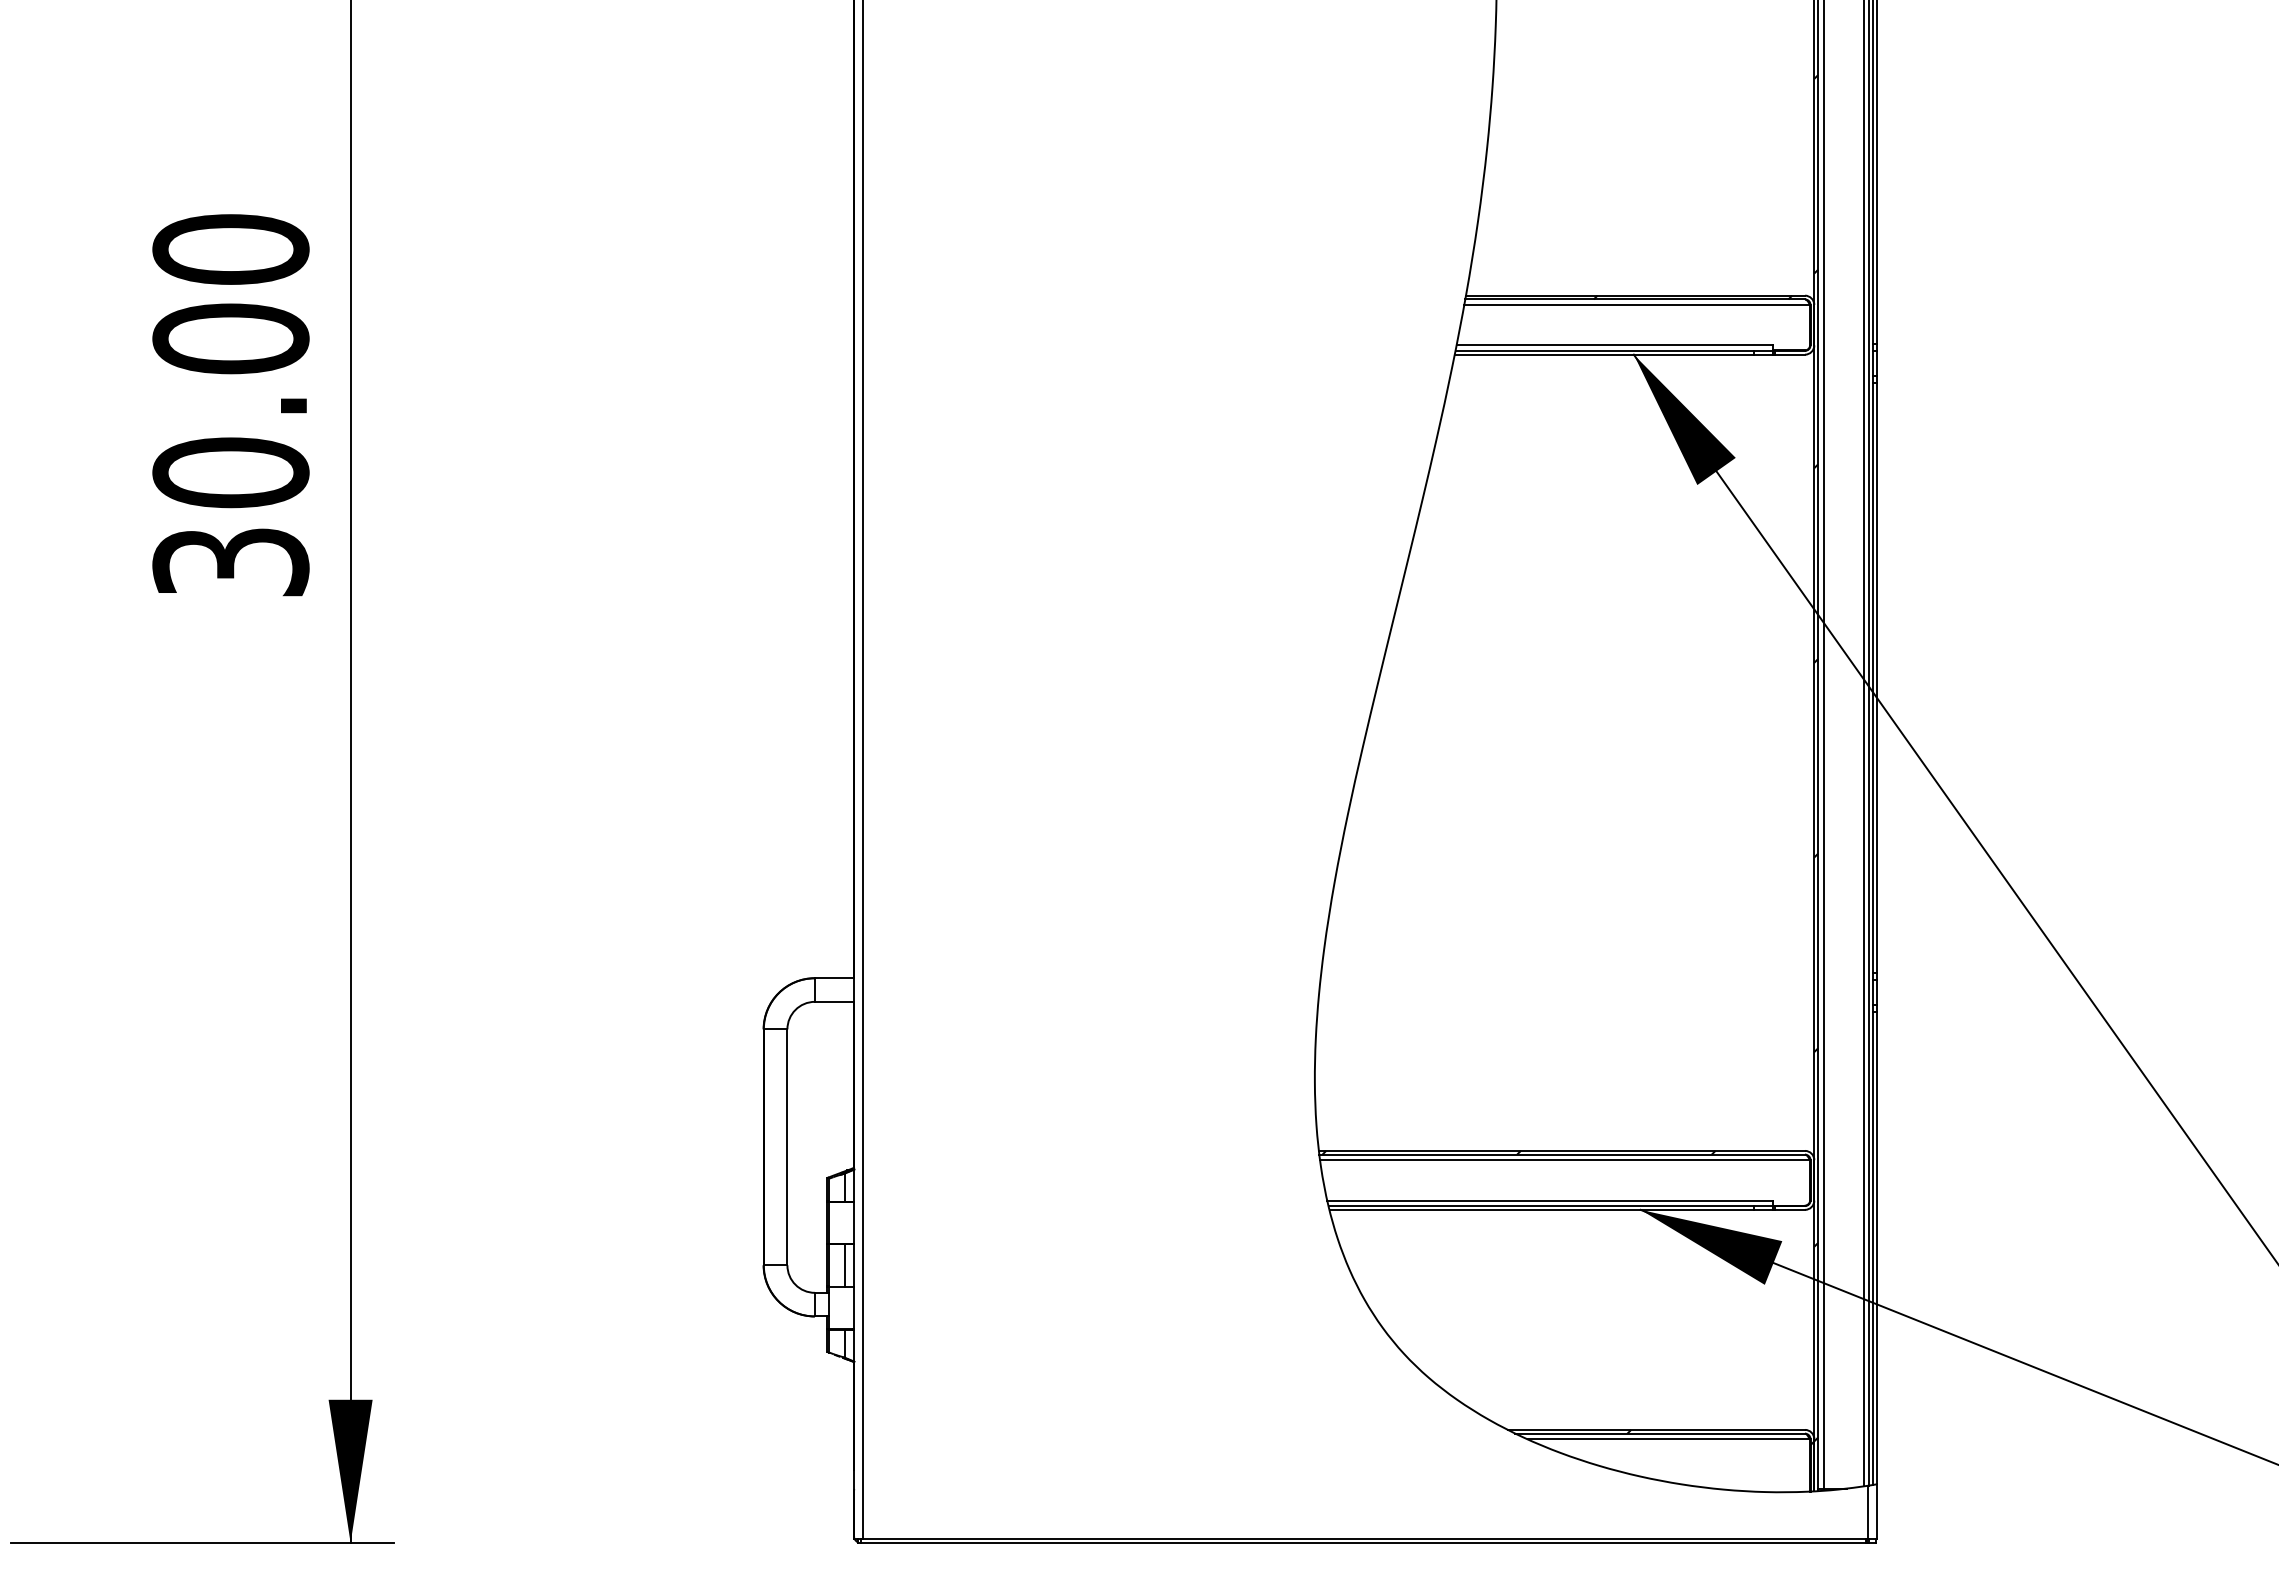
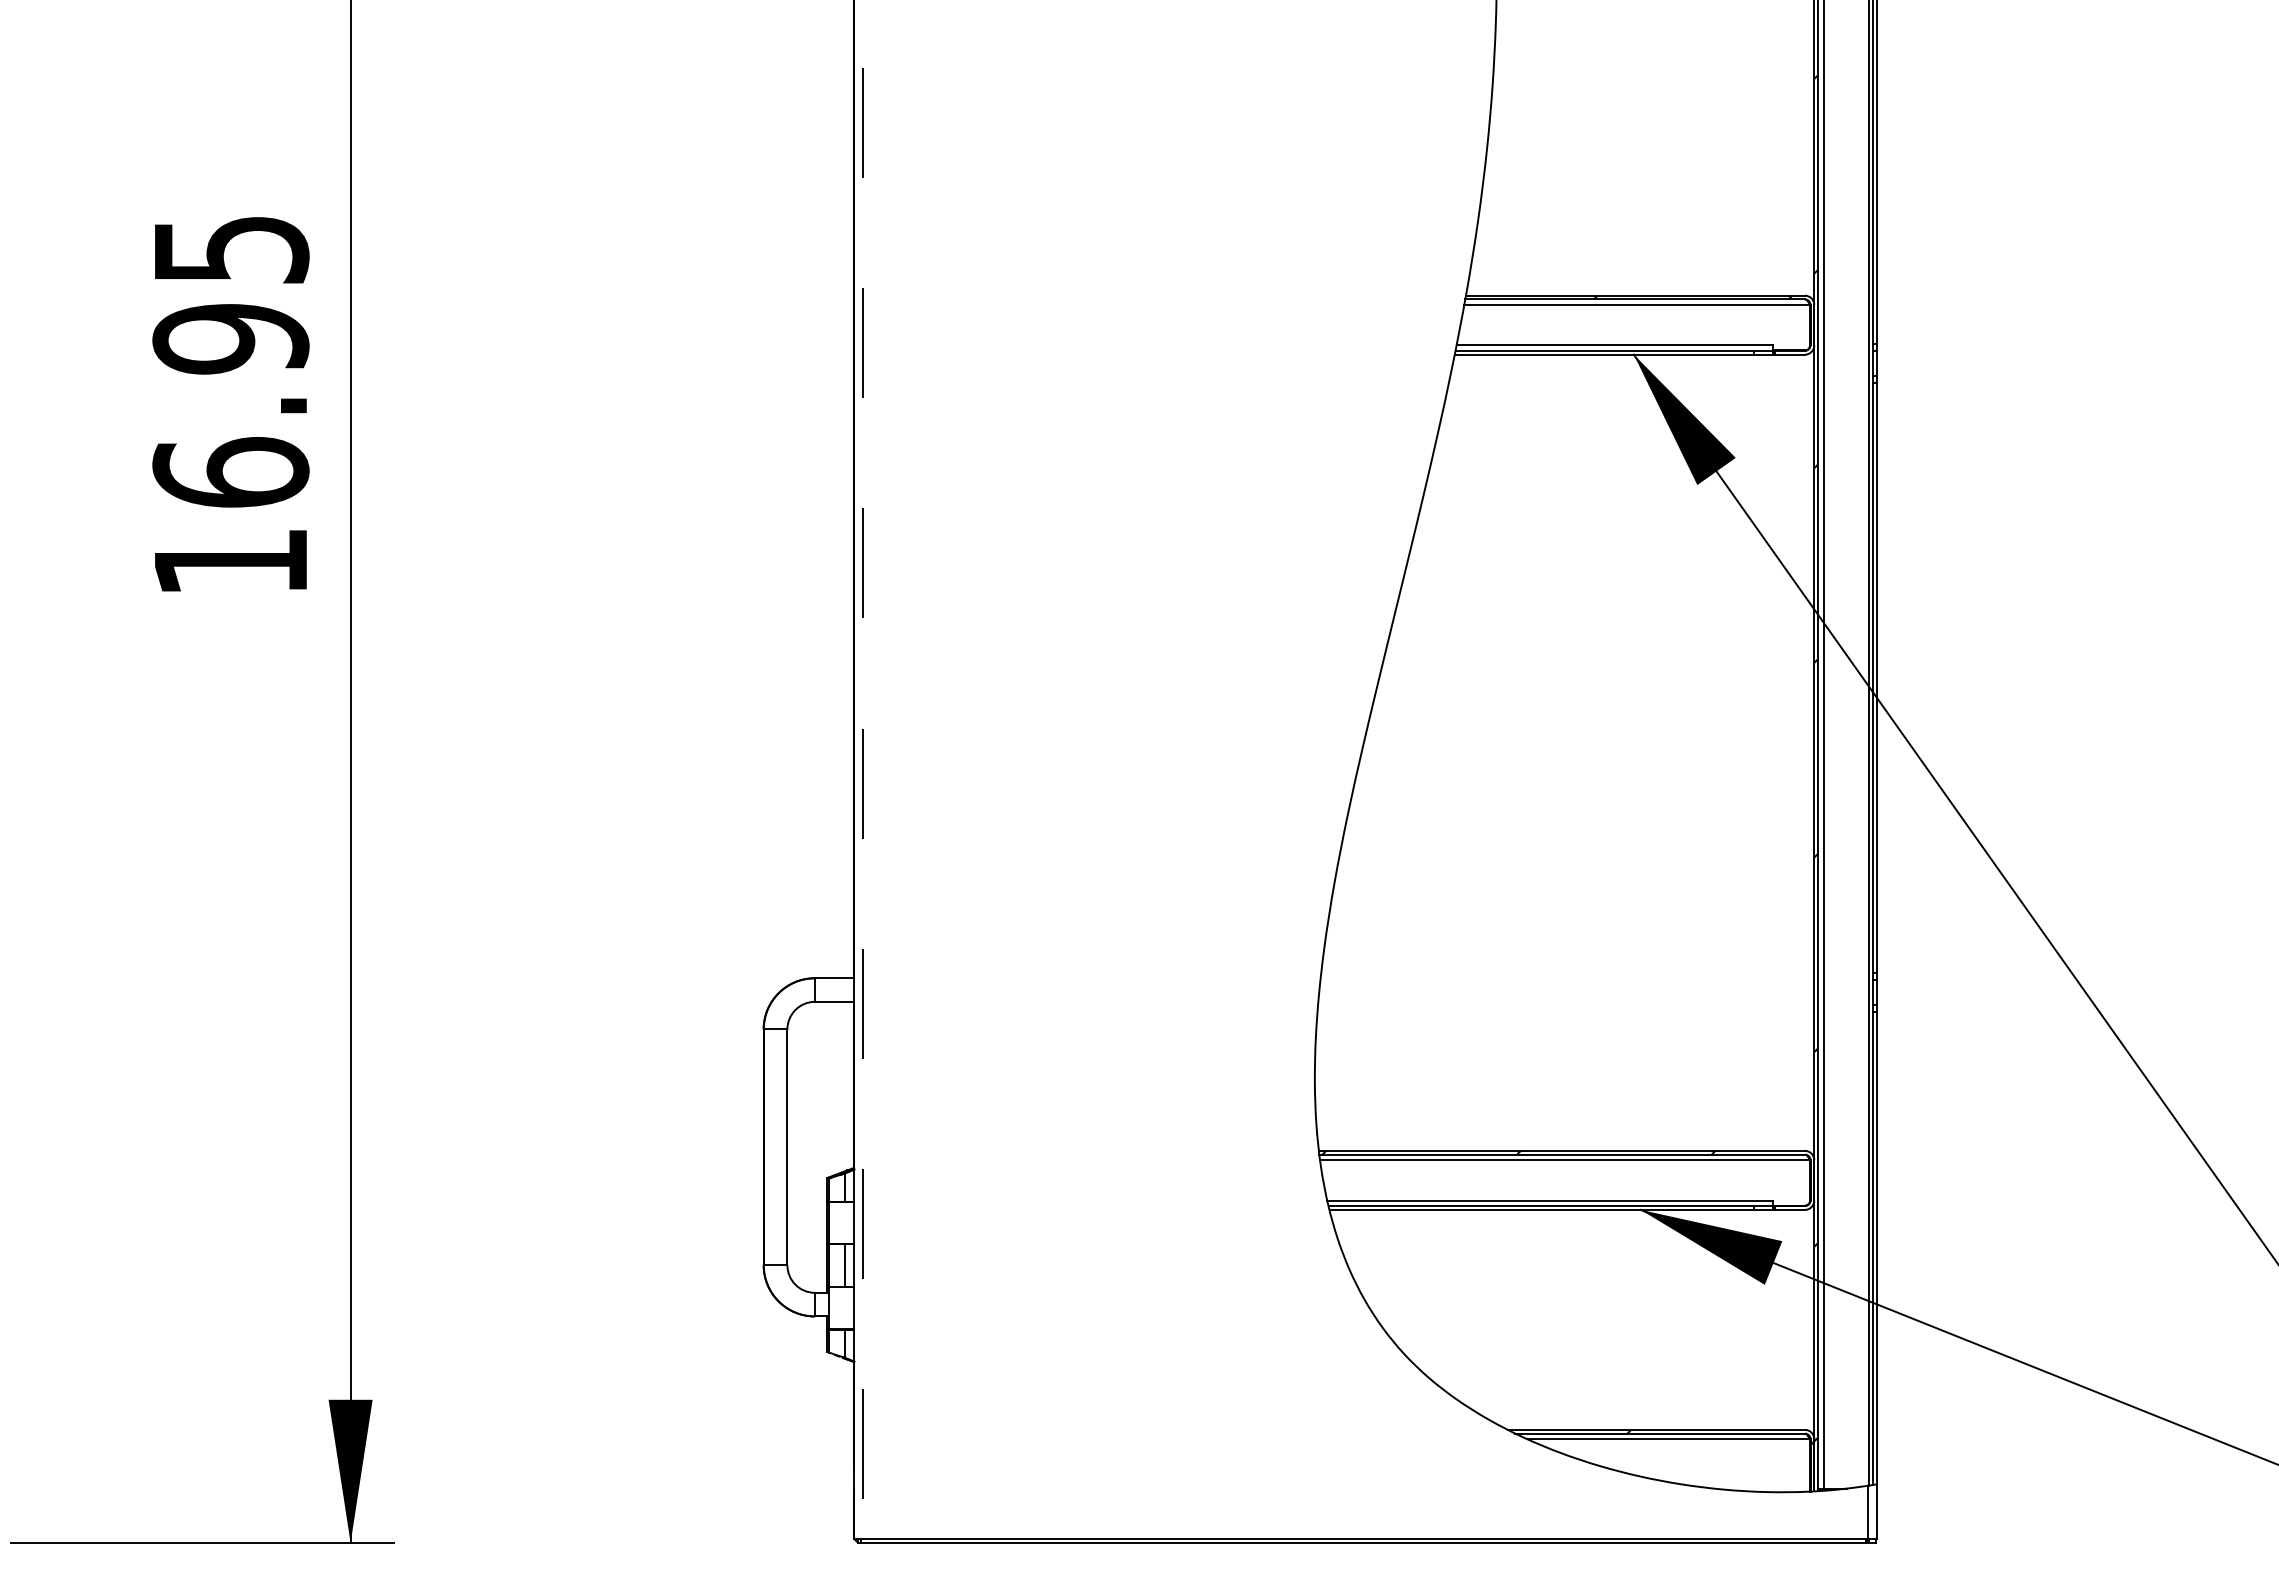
text at (230, 405): 30.00 -> 16.95
line at (1863, 744): present -> none
line at (862, 770): solid -> dashed
